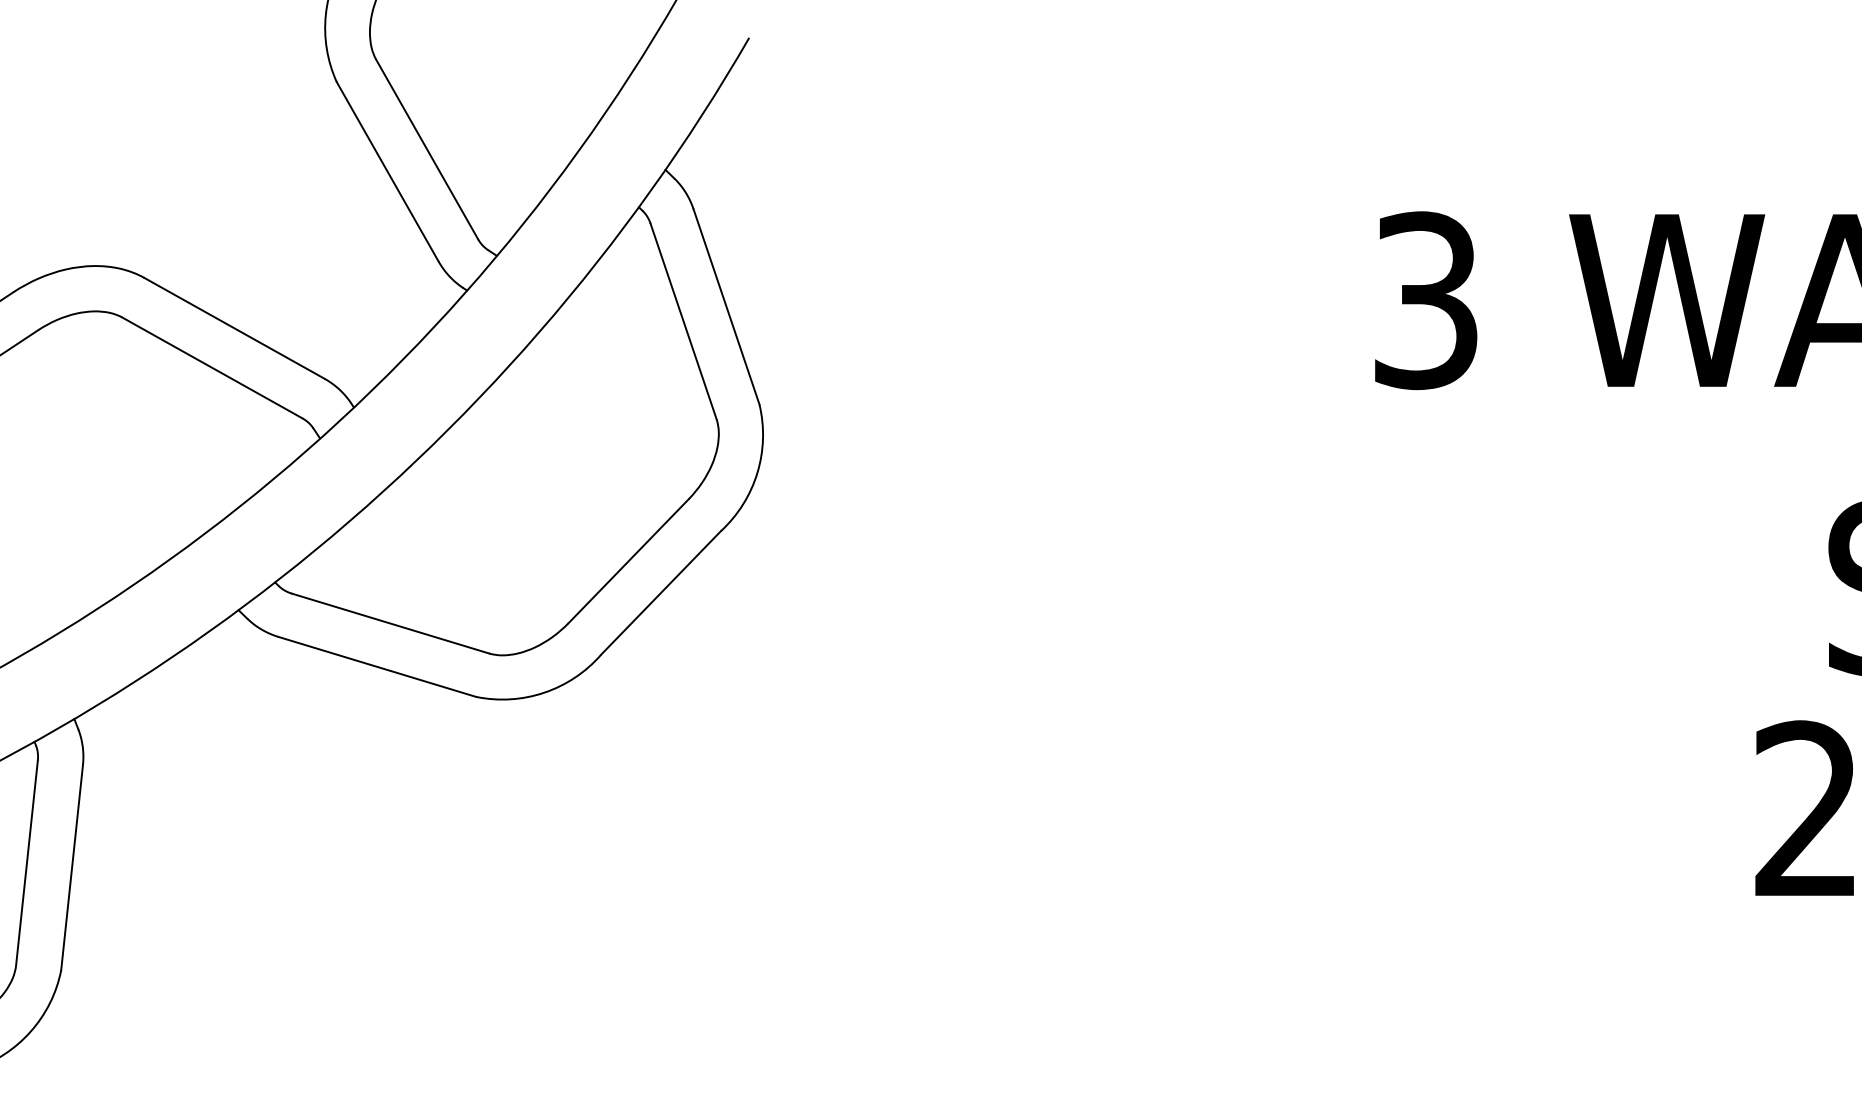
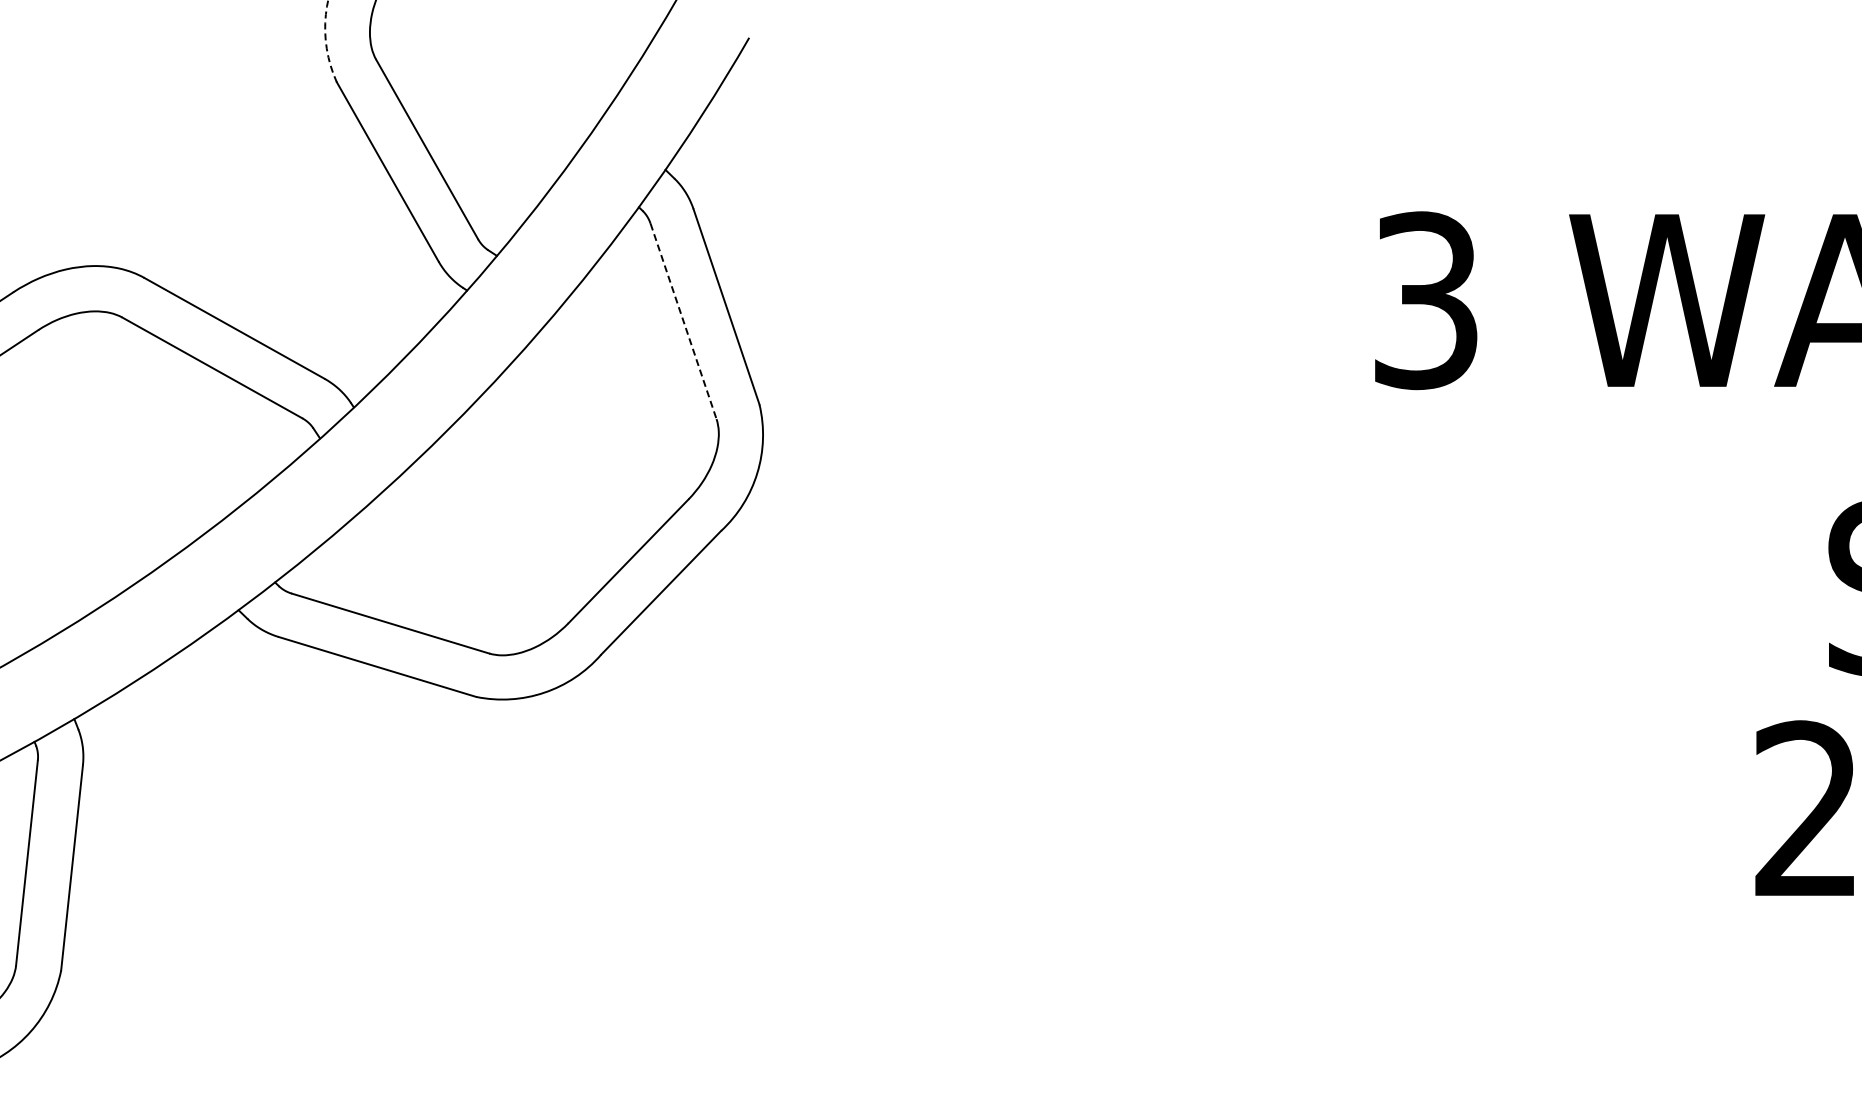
arc at (325, 41): solid -> dashed
line at (683, 321): solid -> dashed
